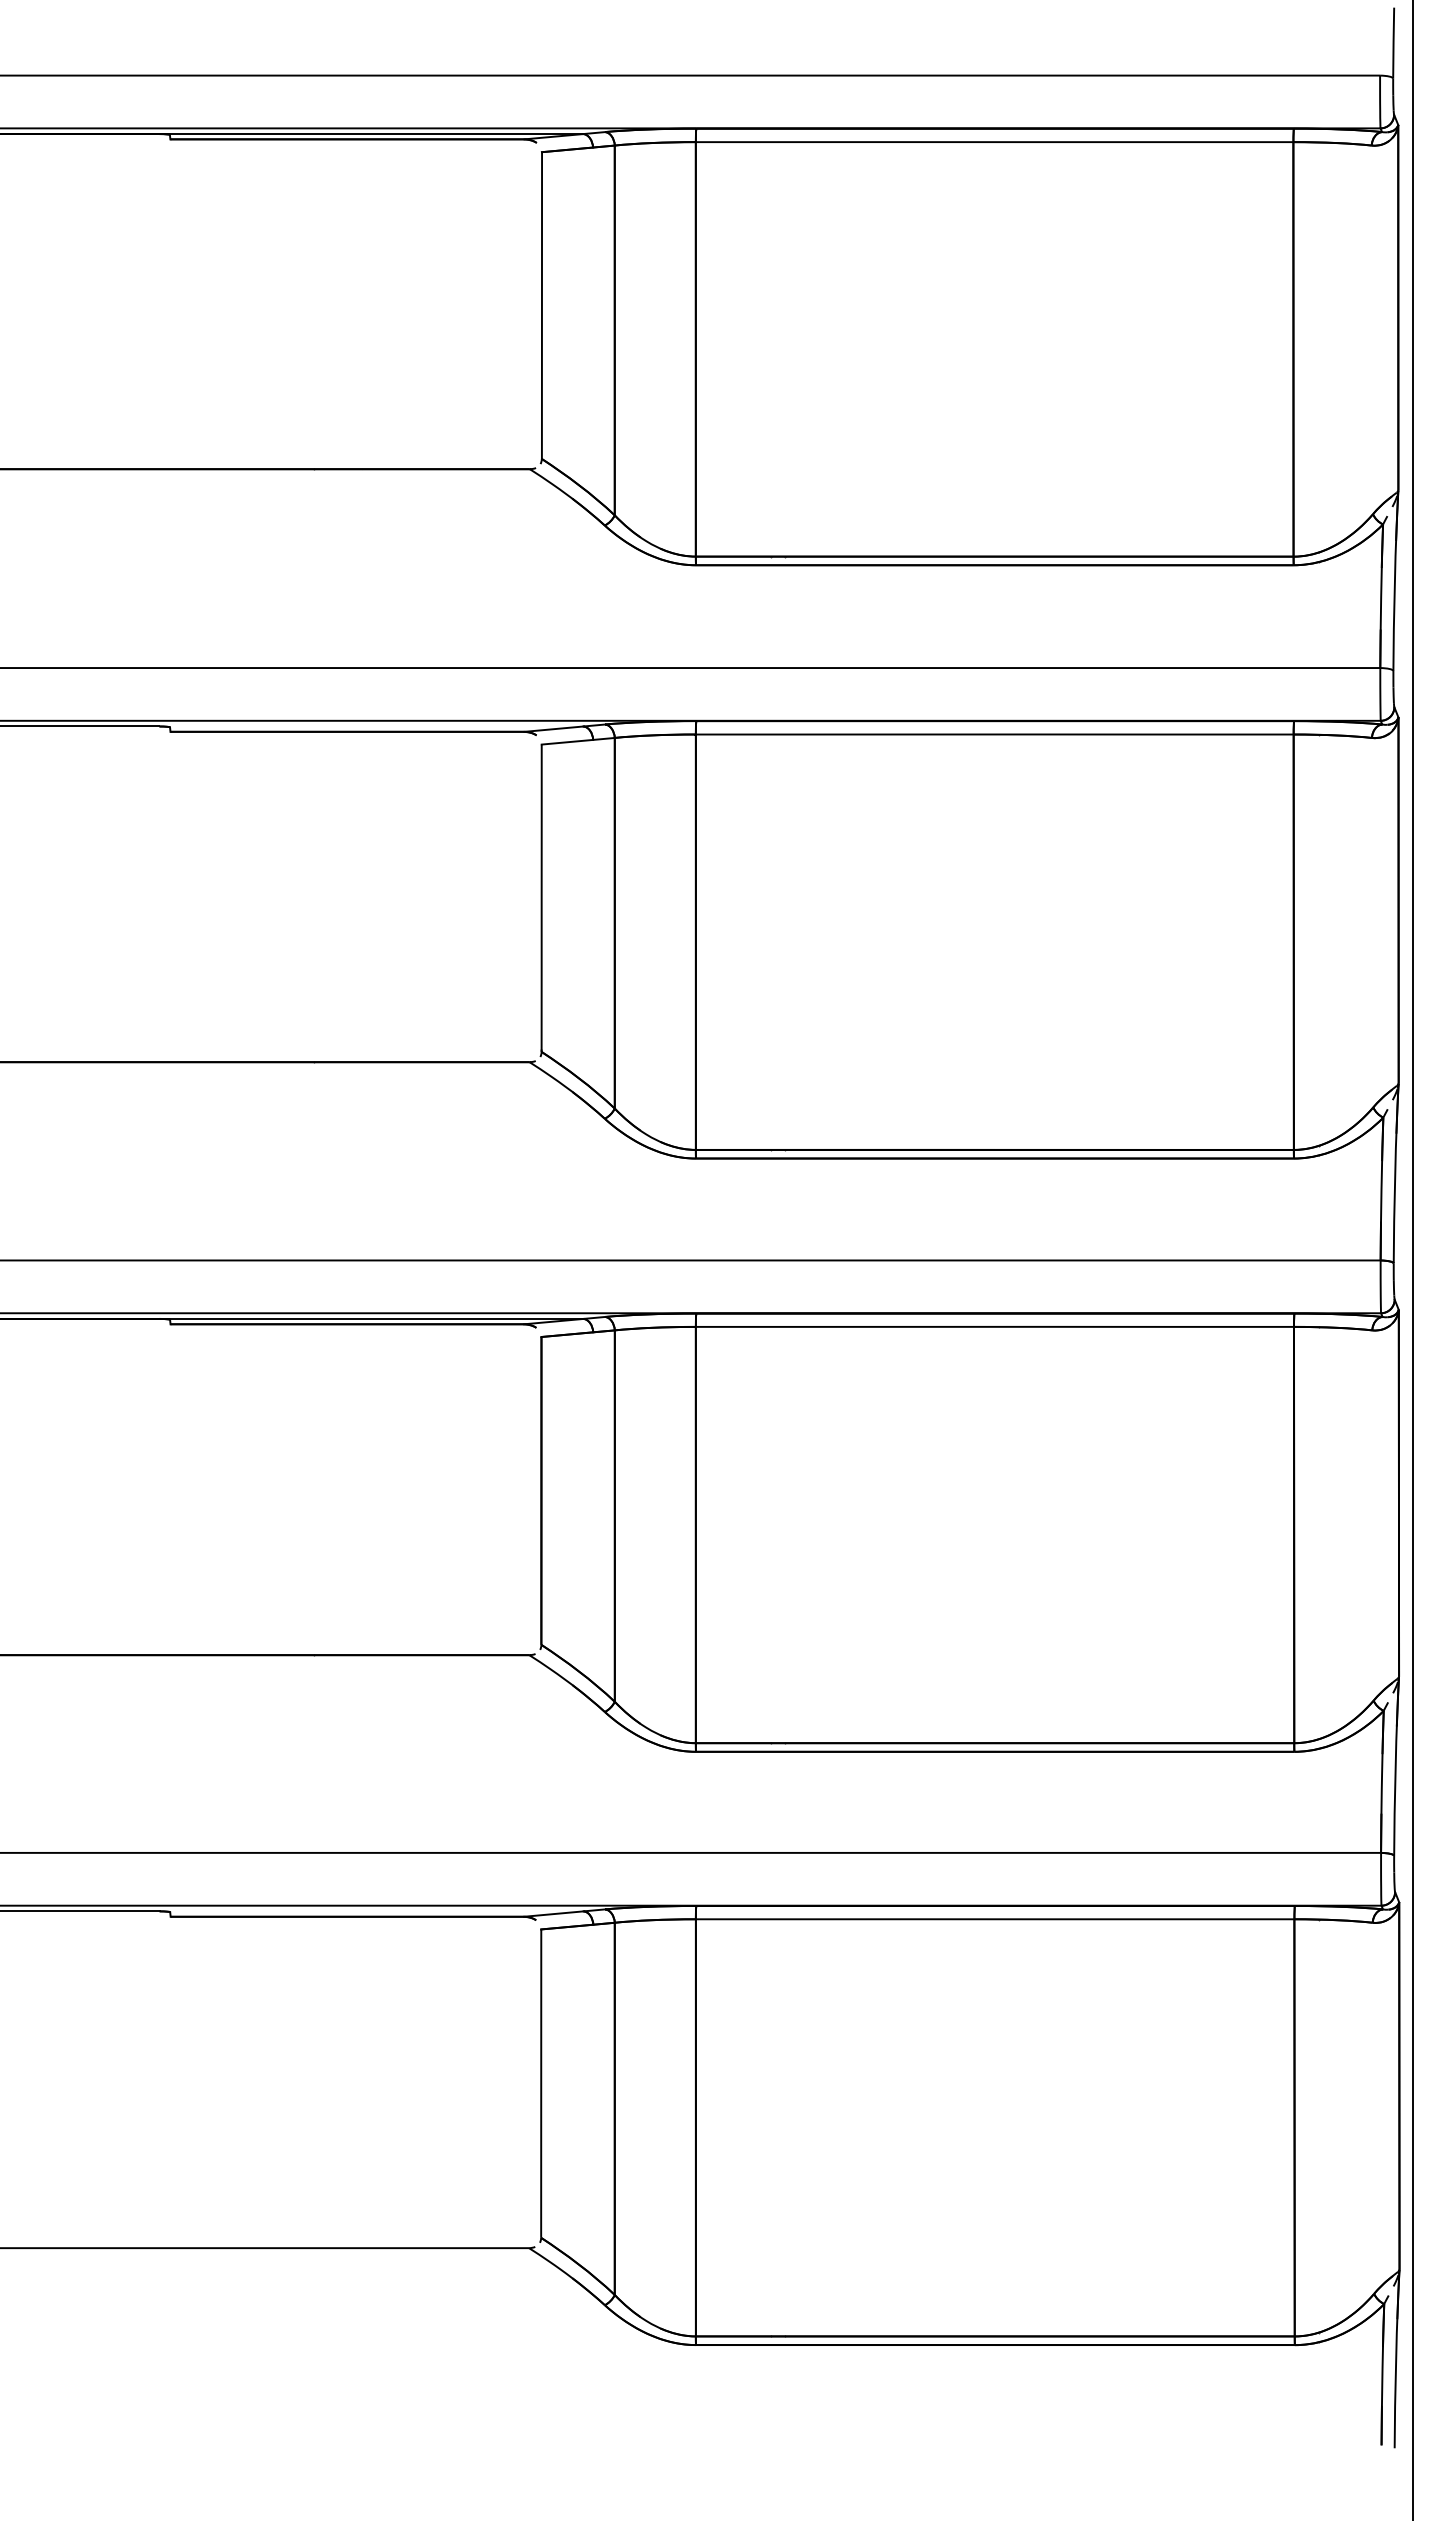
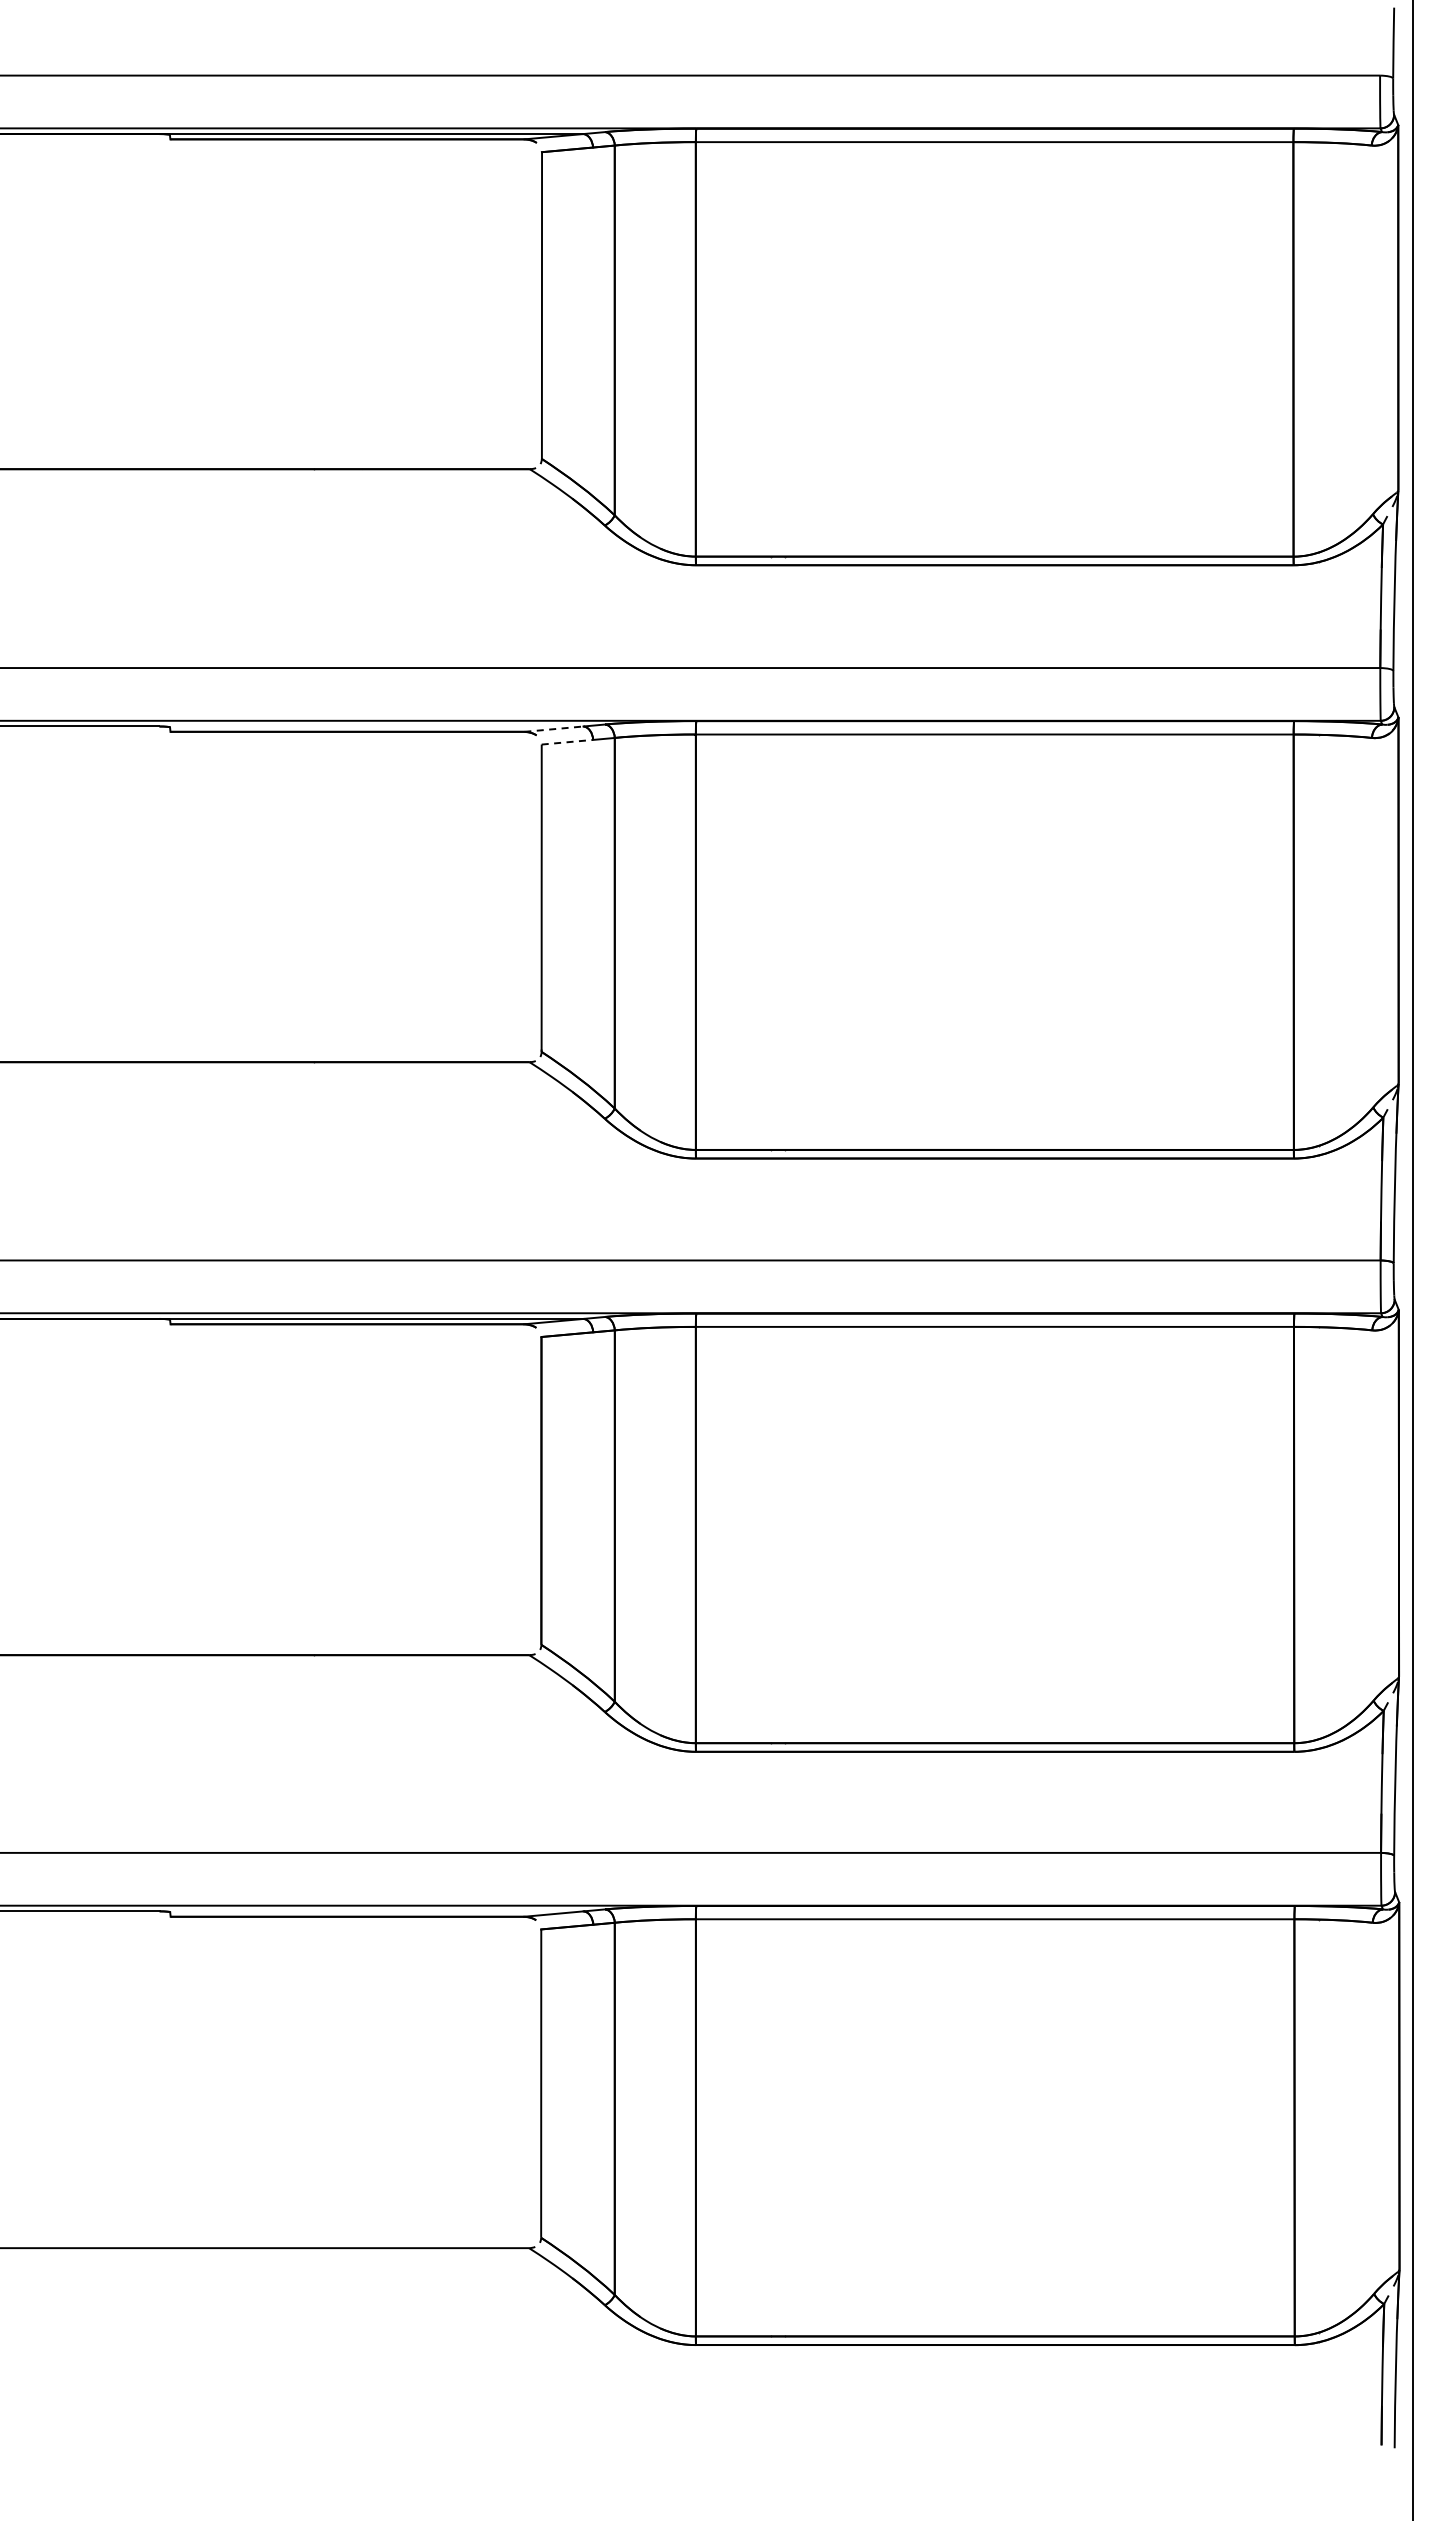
line at (553, 729): solid -> dashed
line at (567, 742): solid -> dashed
